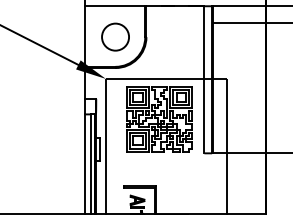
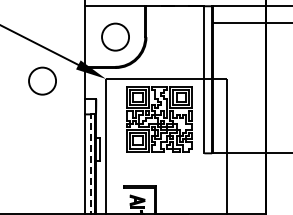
circle at (42, 80): none -> present
line at (90, 164): solid -> dashed
